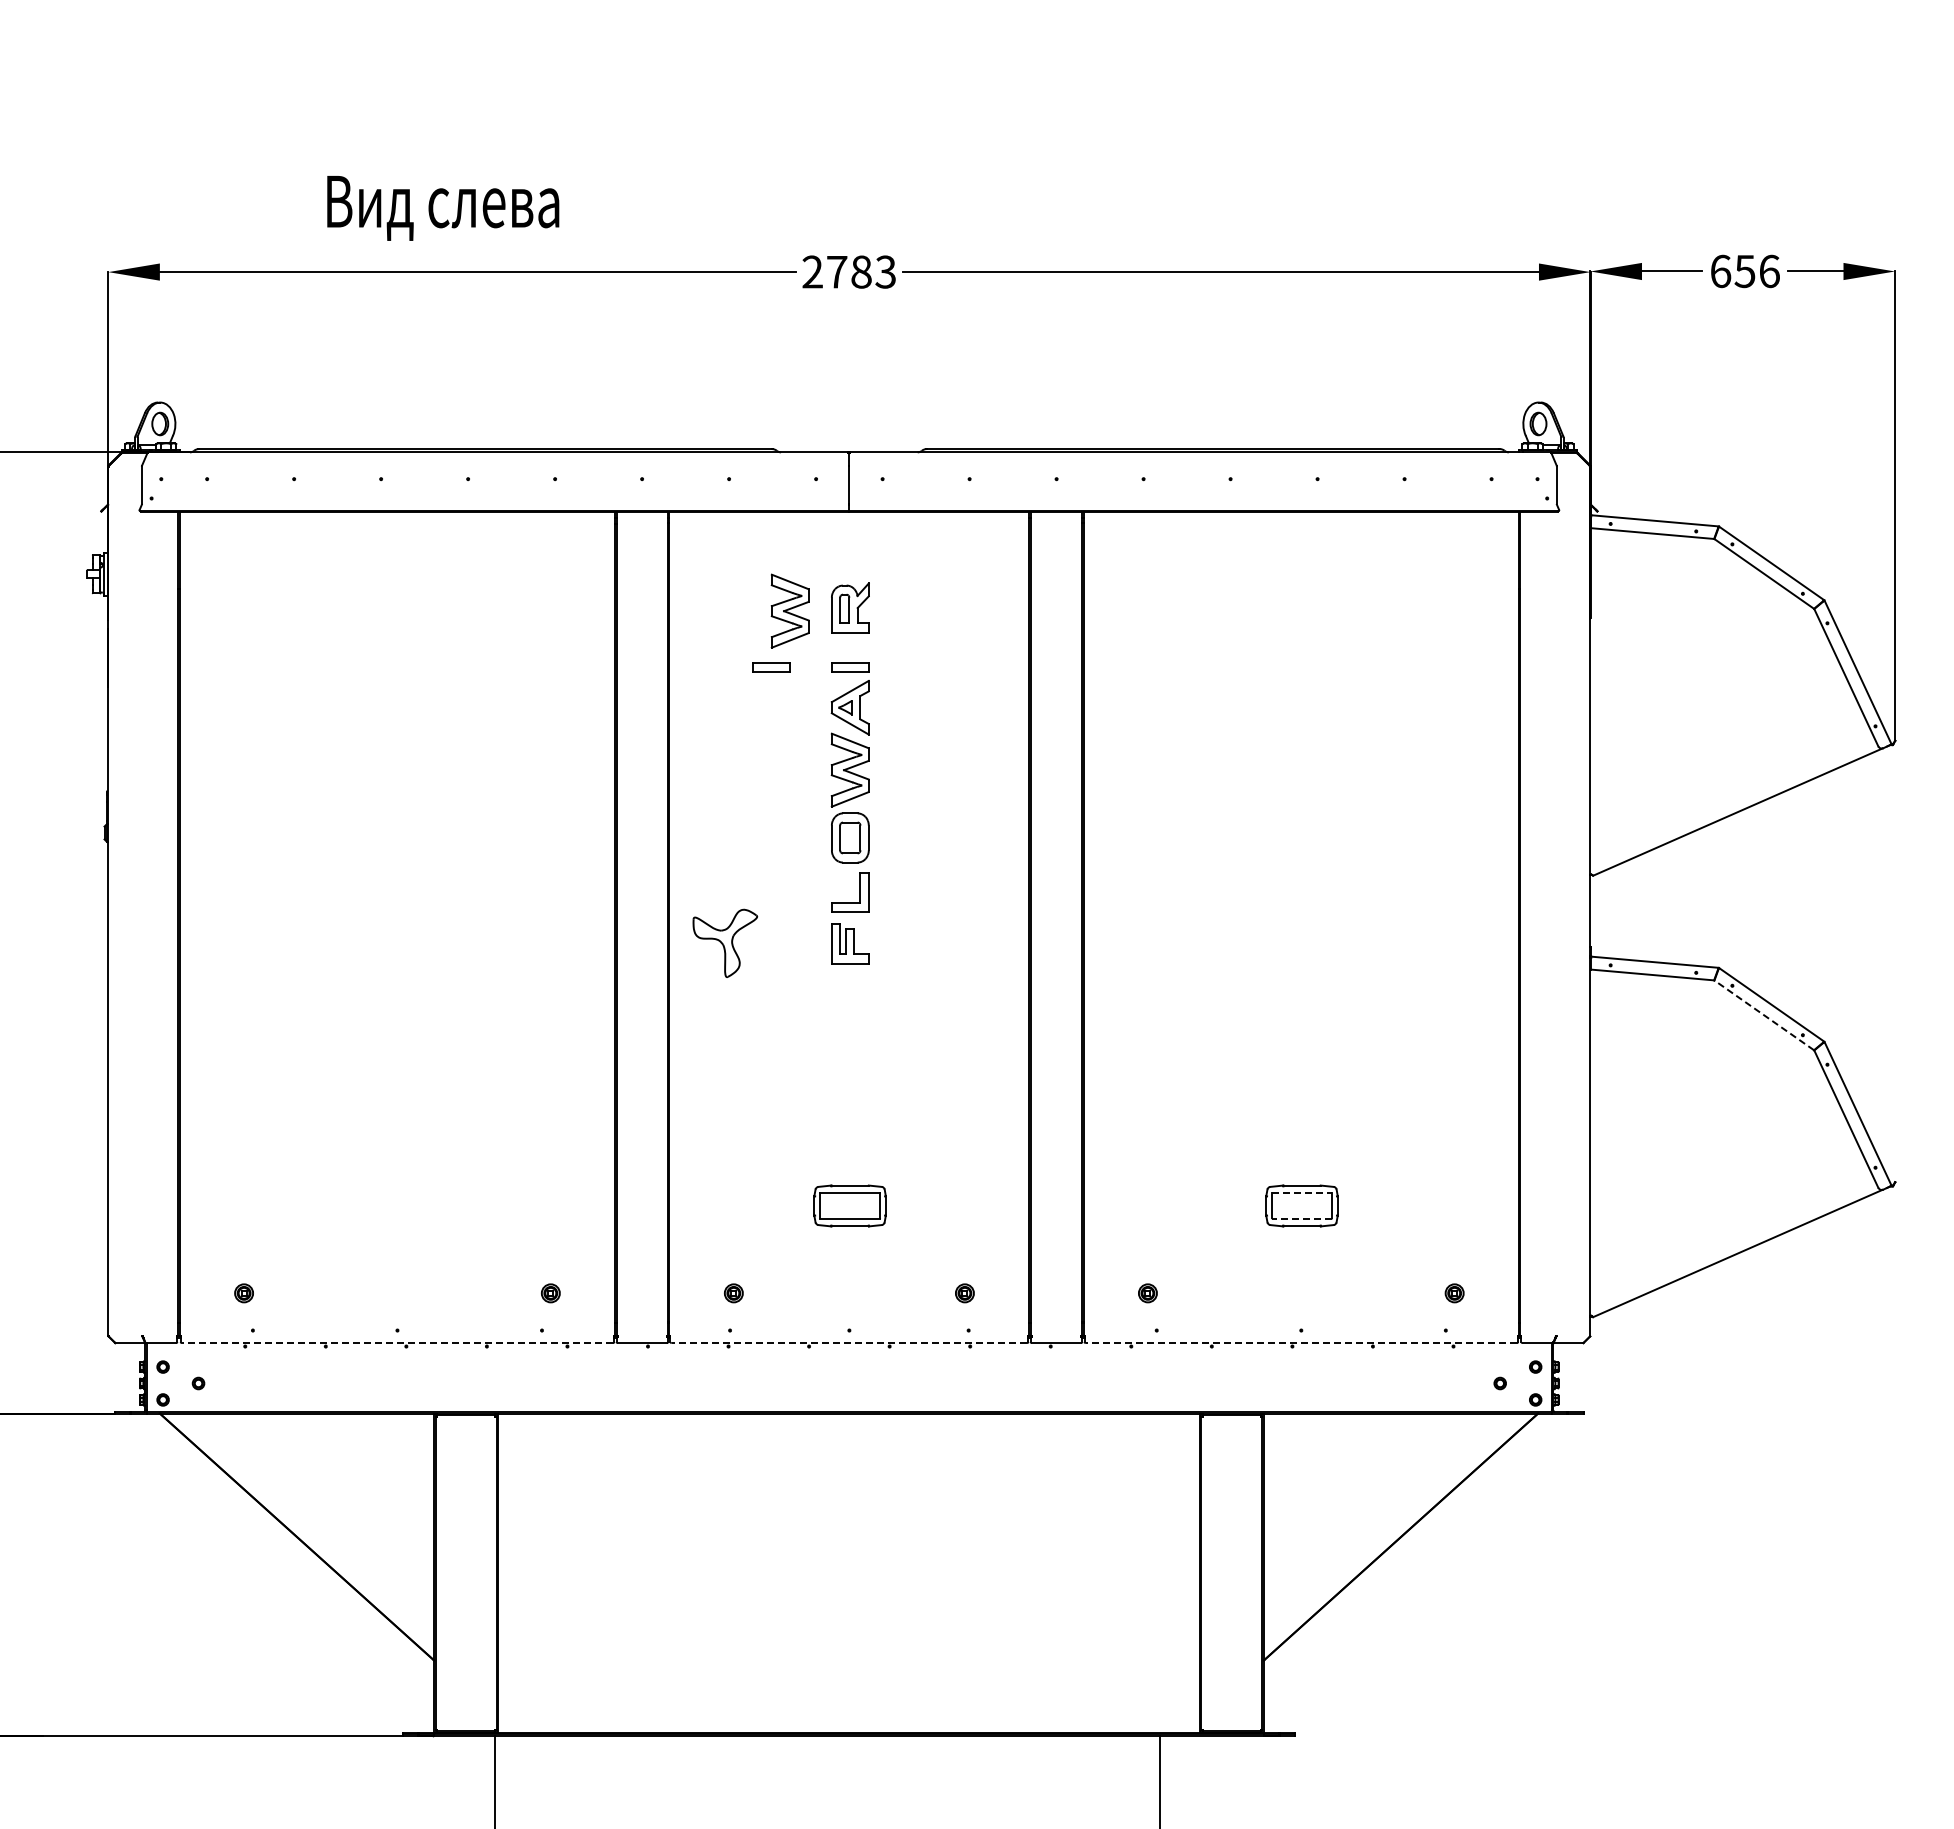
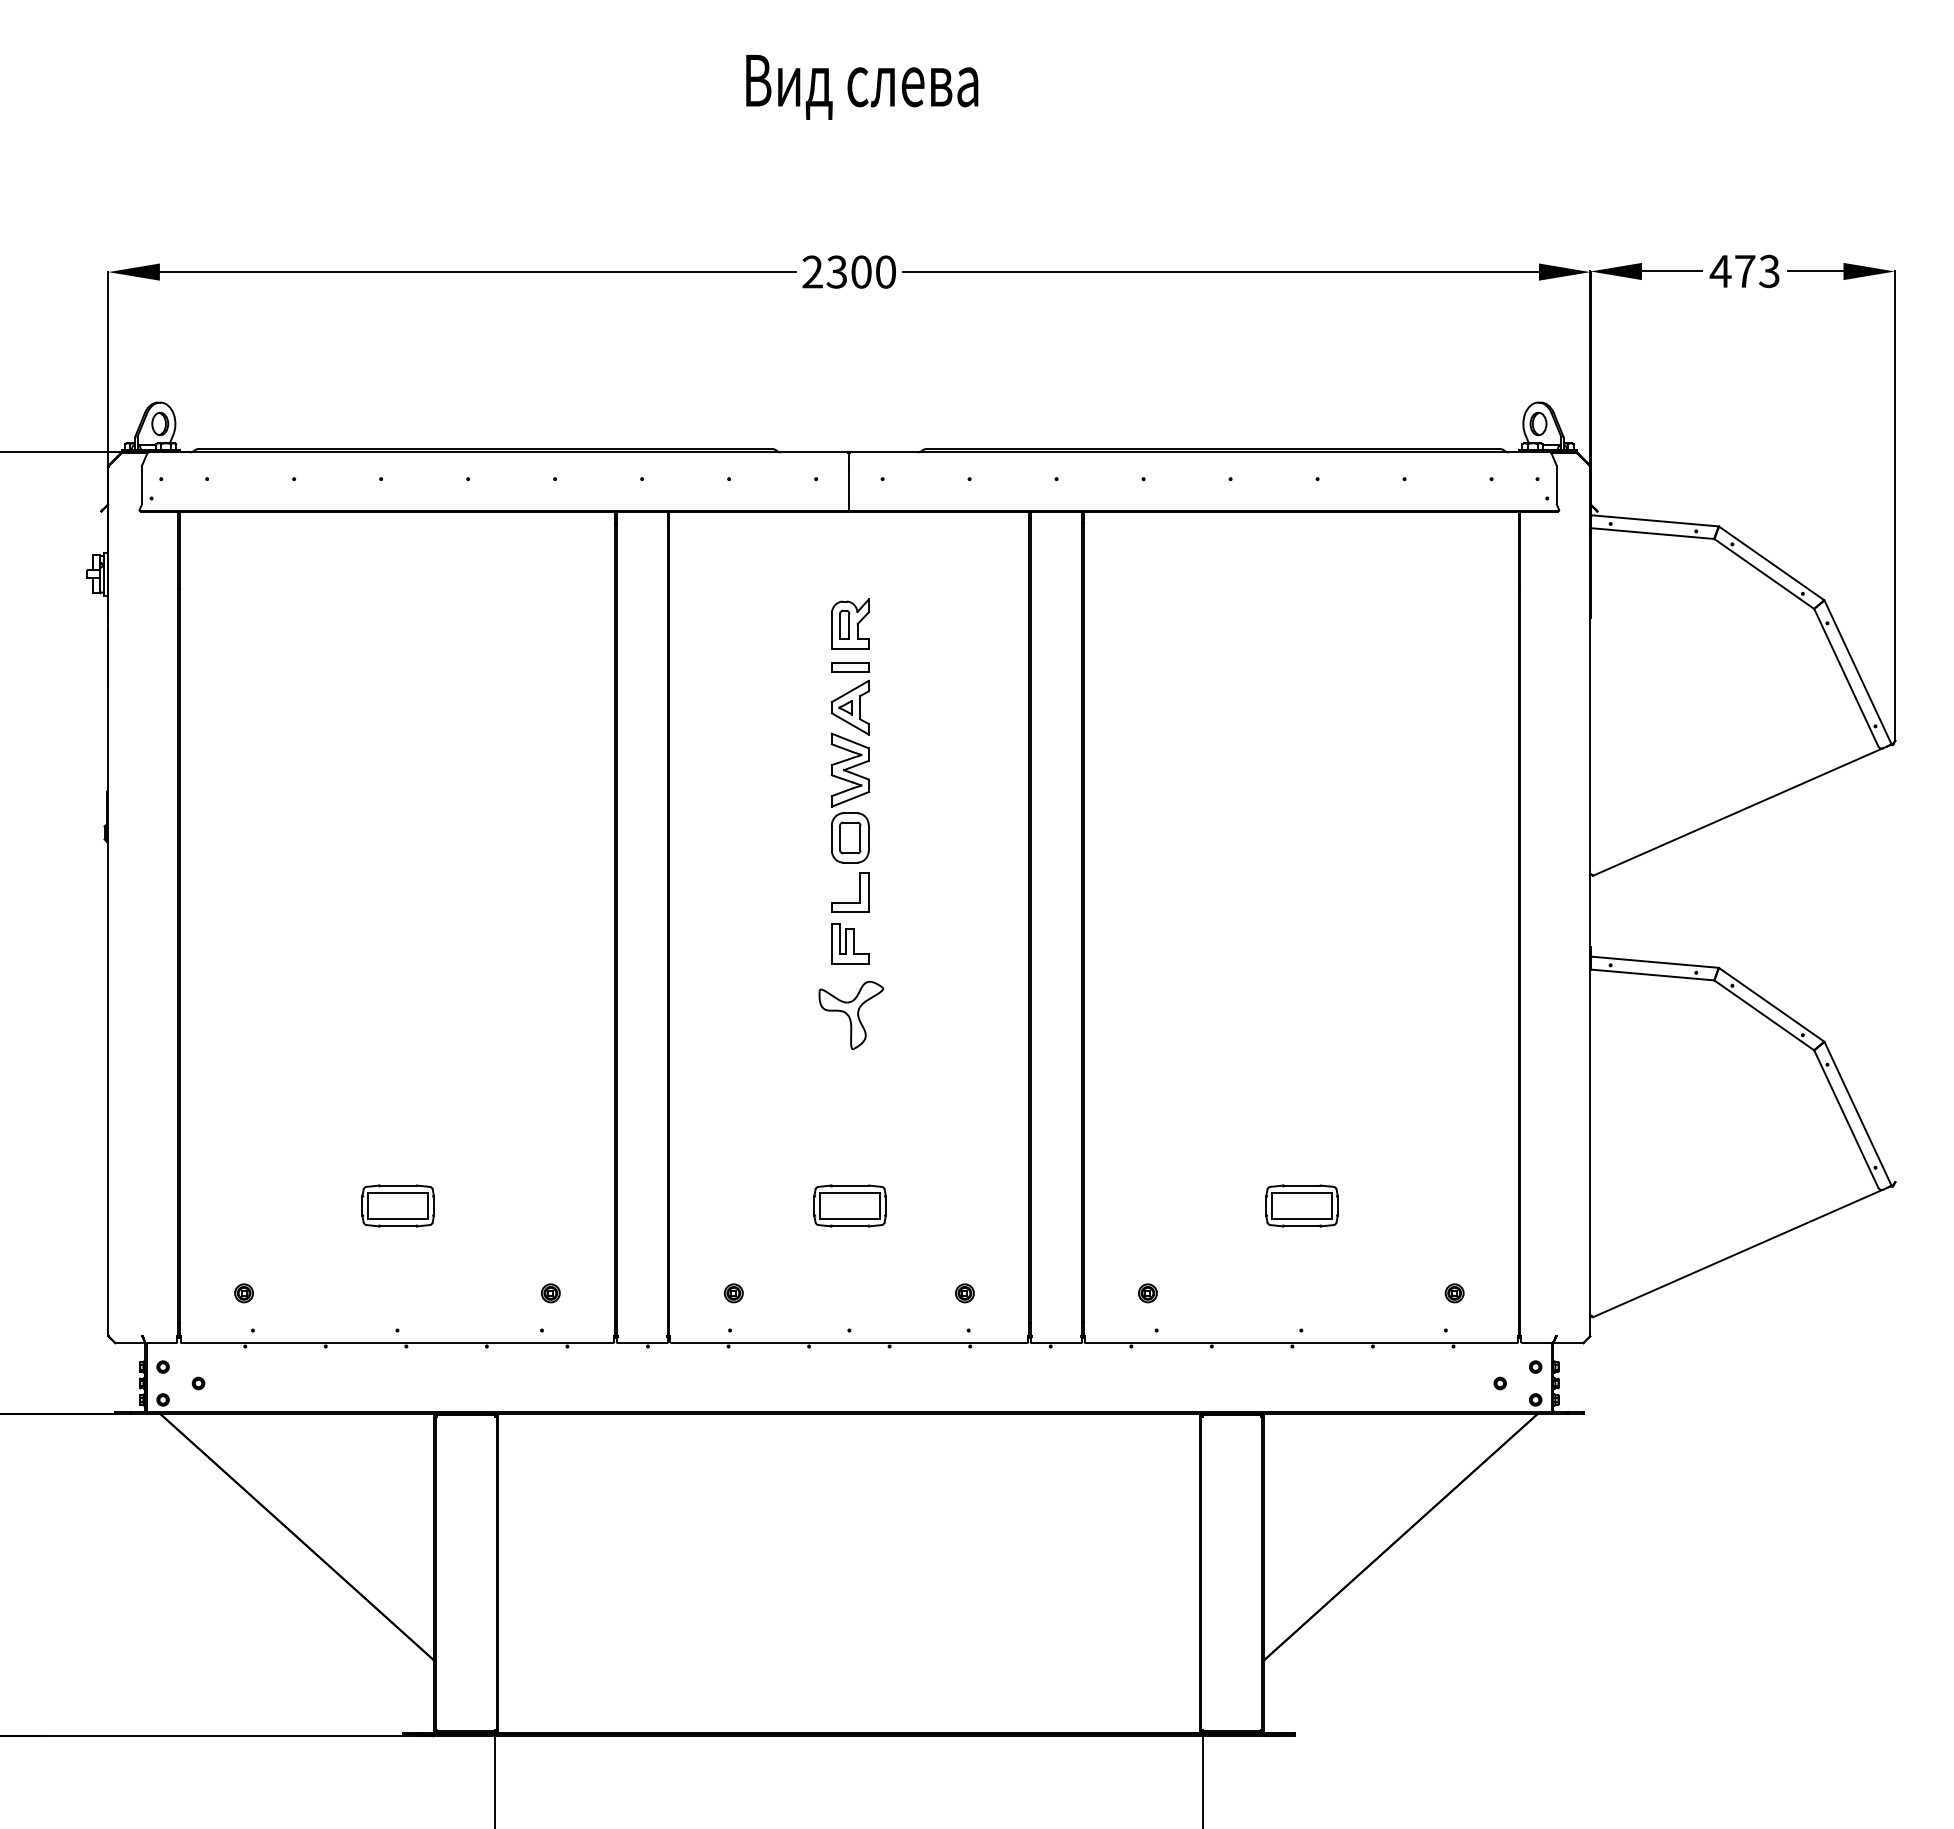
text at (443, 208) position: (443, 208) -> (862, 87)
text at (861, 271): 2783 -> 2300
text at (1744, 271): 656 -> 473
part at (850, 607) position: (850, 607) -> (850, 623)
part at (789, 610): present -> none
part at (771, 667): present -> none
part at (725, 942) position: (725, 942) -> (851, 1014)
line at (1764, 1015): dashed -> solid
line at (1302, 1192): dashed -> solid
part at (397, 1205): none -> present
line at (1301, 1218): dashed -> solid
line at (396, 1343): dashed -> solid
line at (849, 1343): dashed -> solid
line at (1300, 1343): dashed -> solid
line at (1160, 1780) position: (1160, 1780) -> (1203, 1780)
